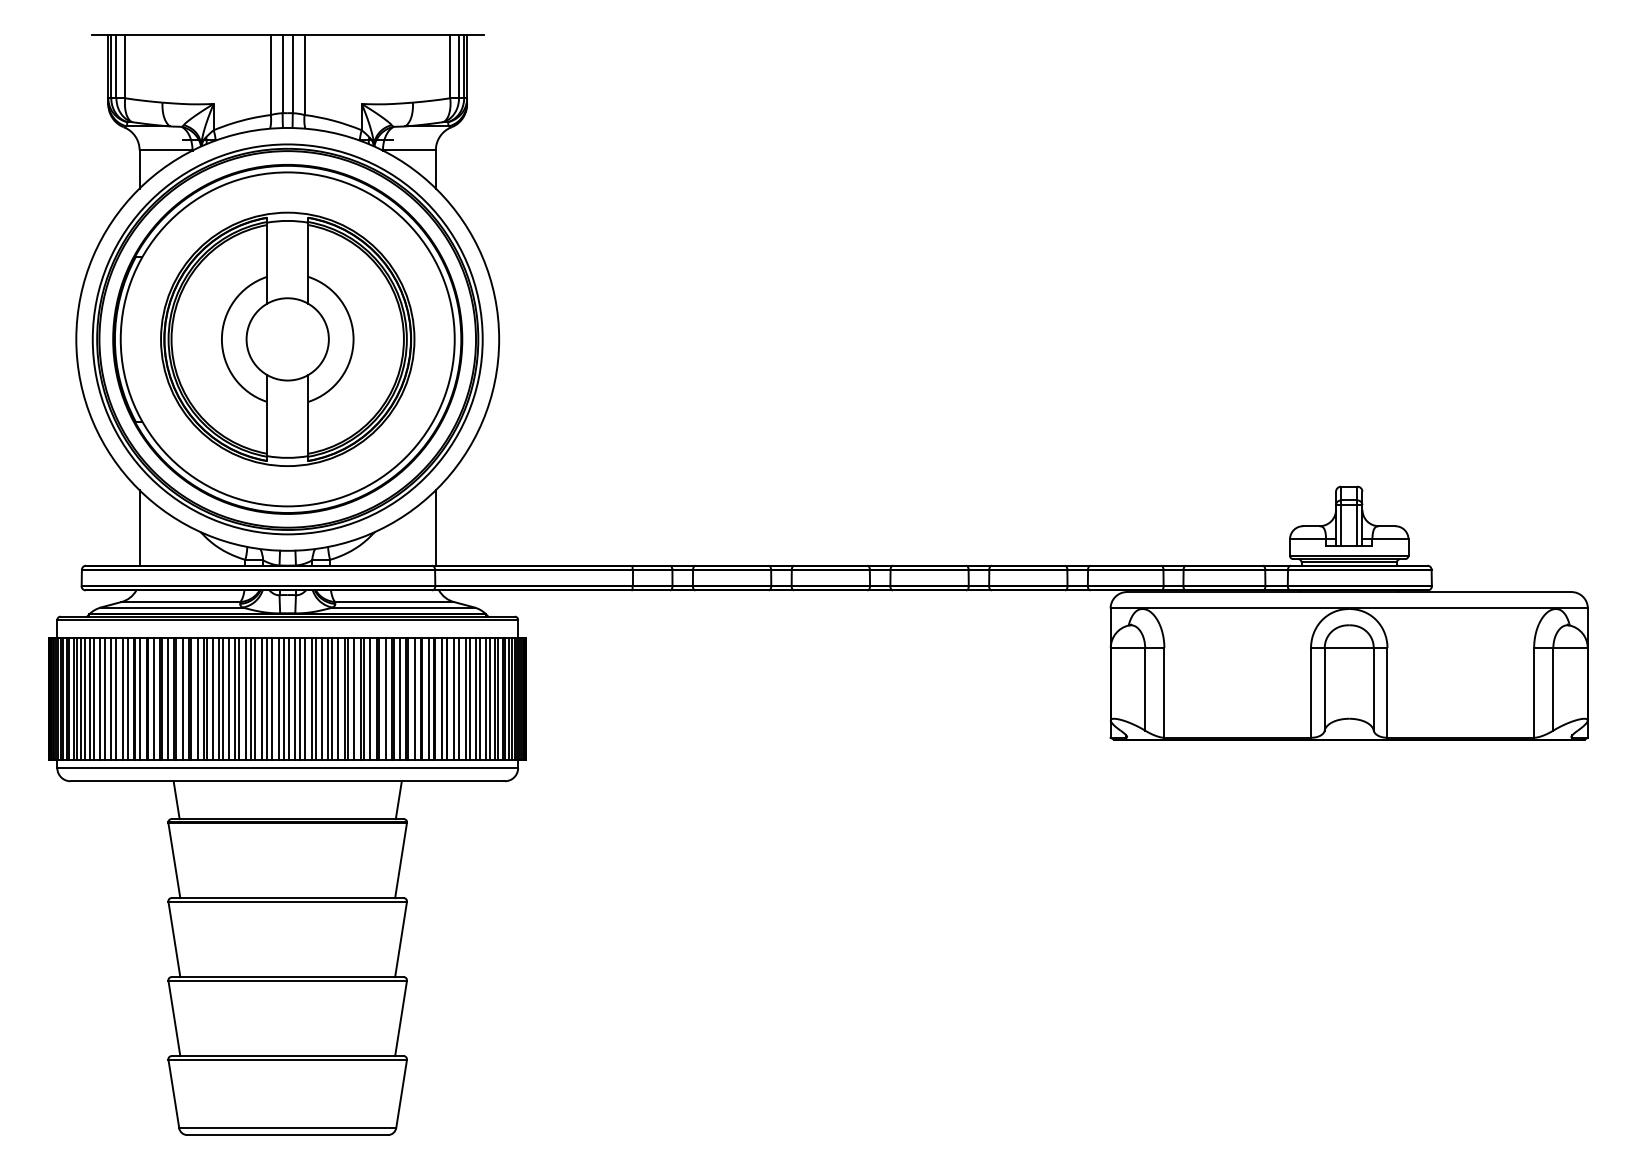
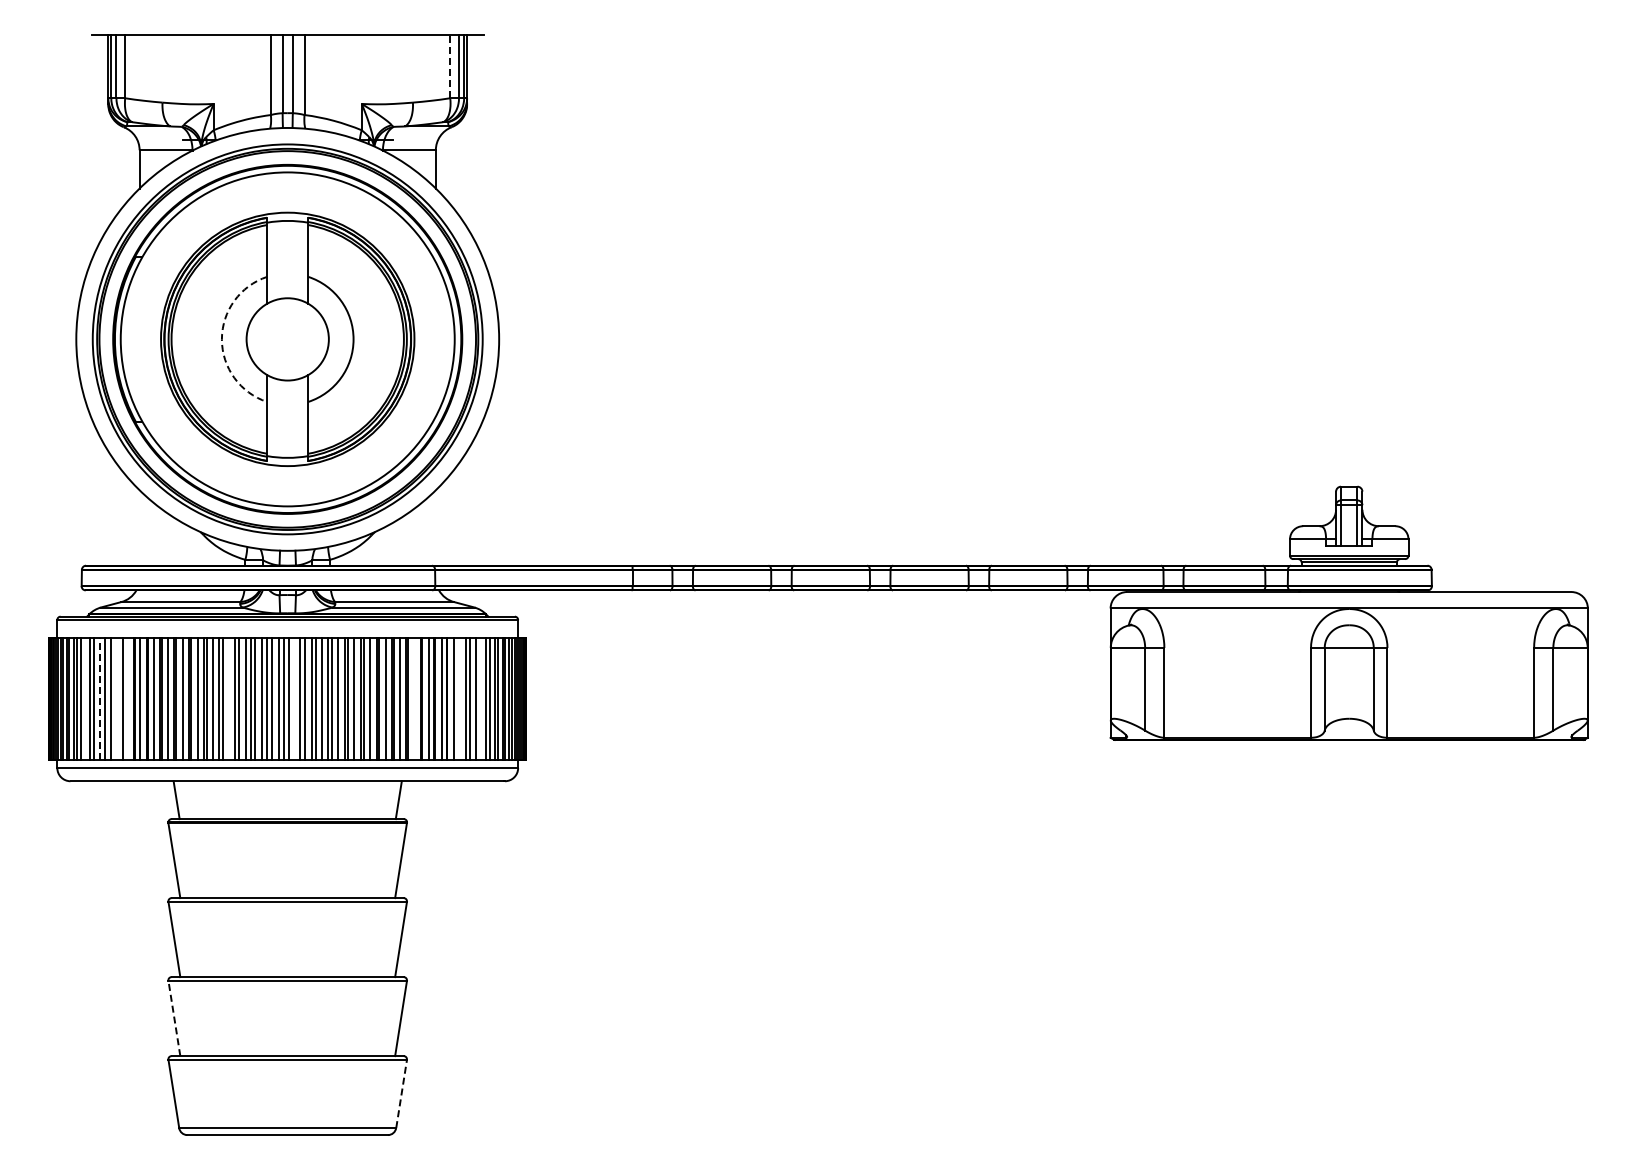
line at (450, 66): solid -> dashed
arc at (221, 339): solid -> dashed
line at (139, 527): present -> none
line at (435, 527): present -> none
line at (84, 698): present -> none
line at (100, 698): solid -> dashed
line at (115, 698): present -> none
line at (127, 698): present -> none
line at (229, 698): present -> none
line at (295, 698): present -> none
line at (414, 698): present -> none
line at (458, 698): present -> none
line at (480, 698): present -> none
line at (174, 1017): solid -> dashed
line at (401, 1093): solid -> dashed
